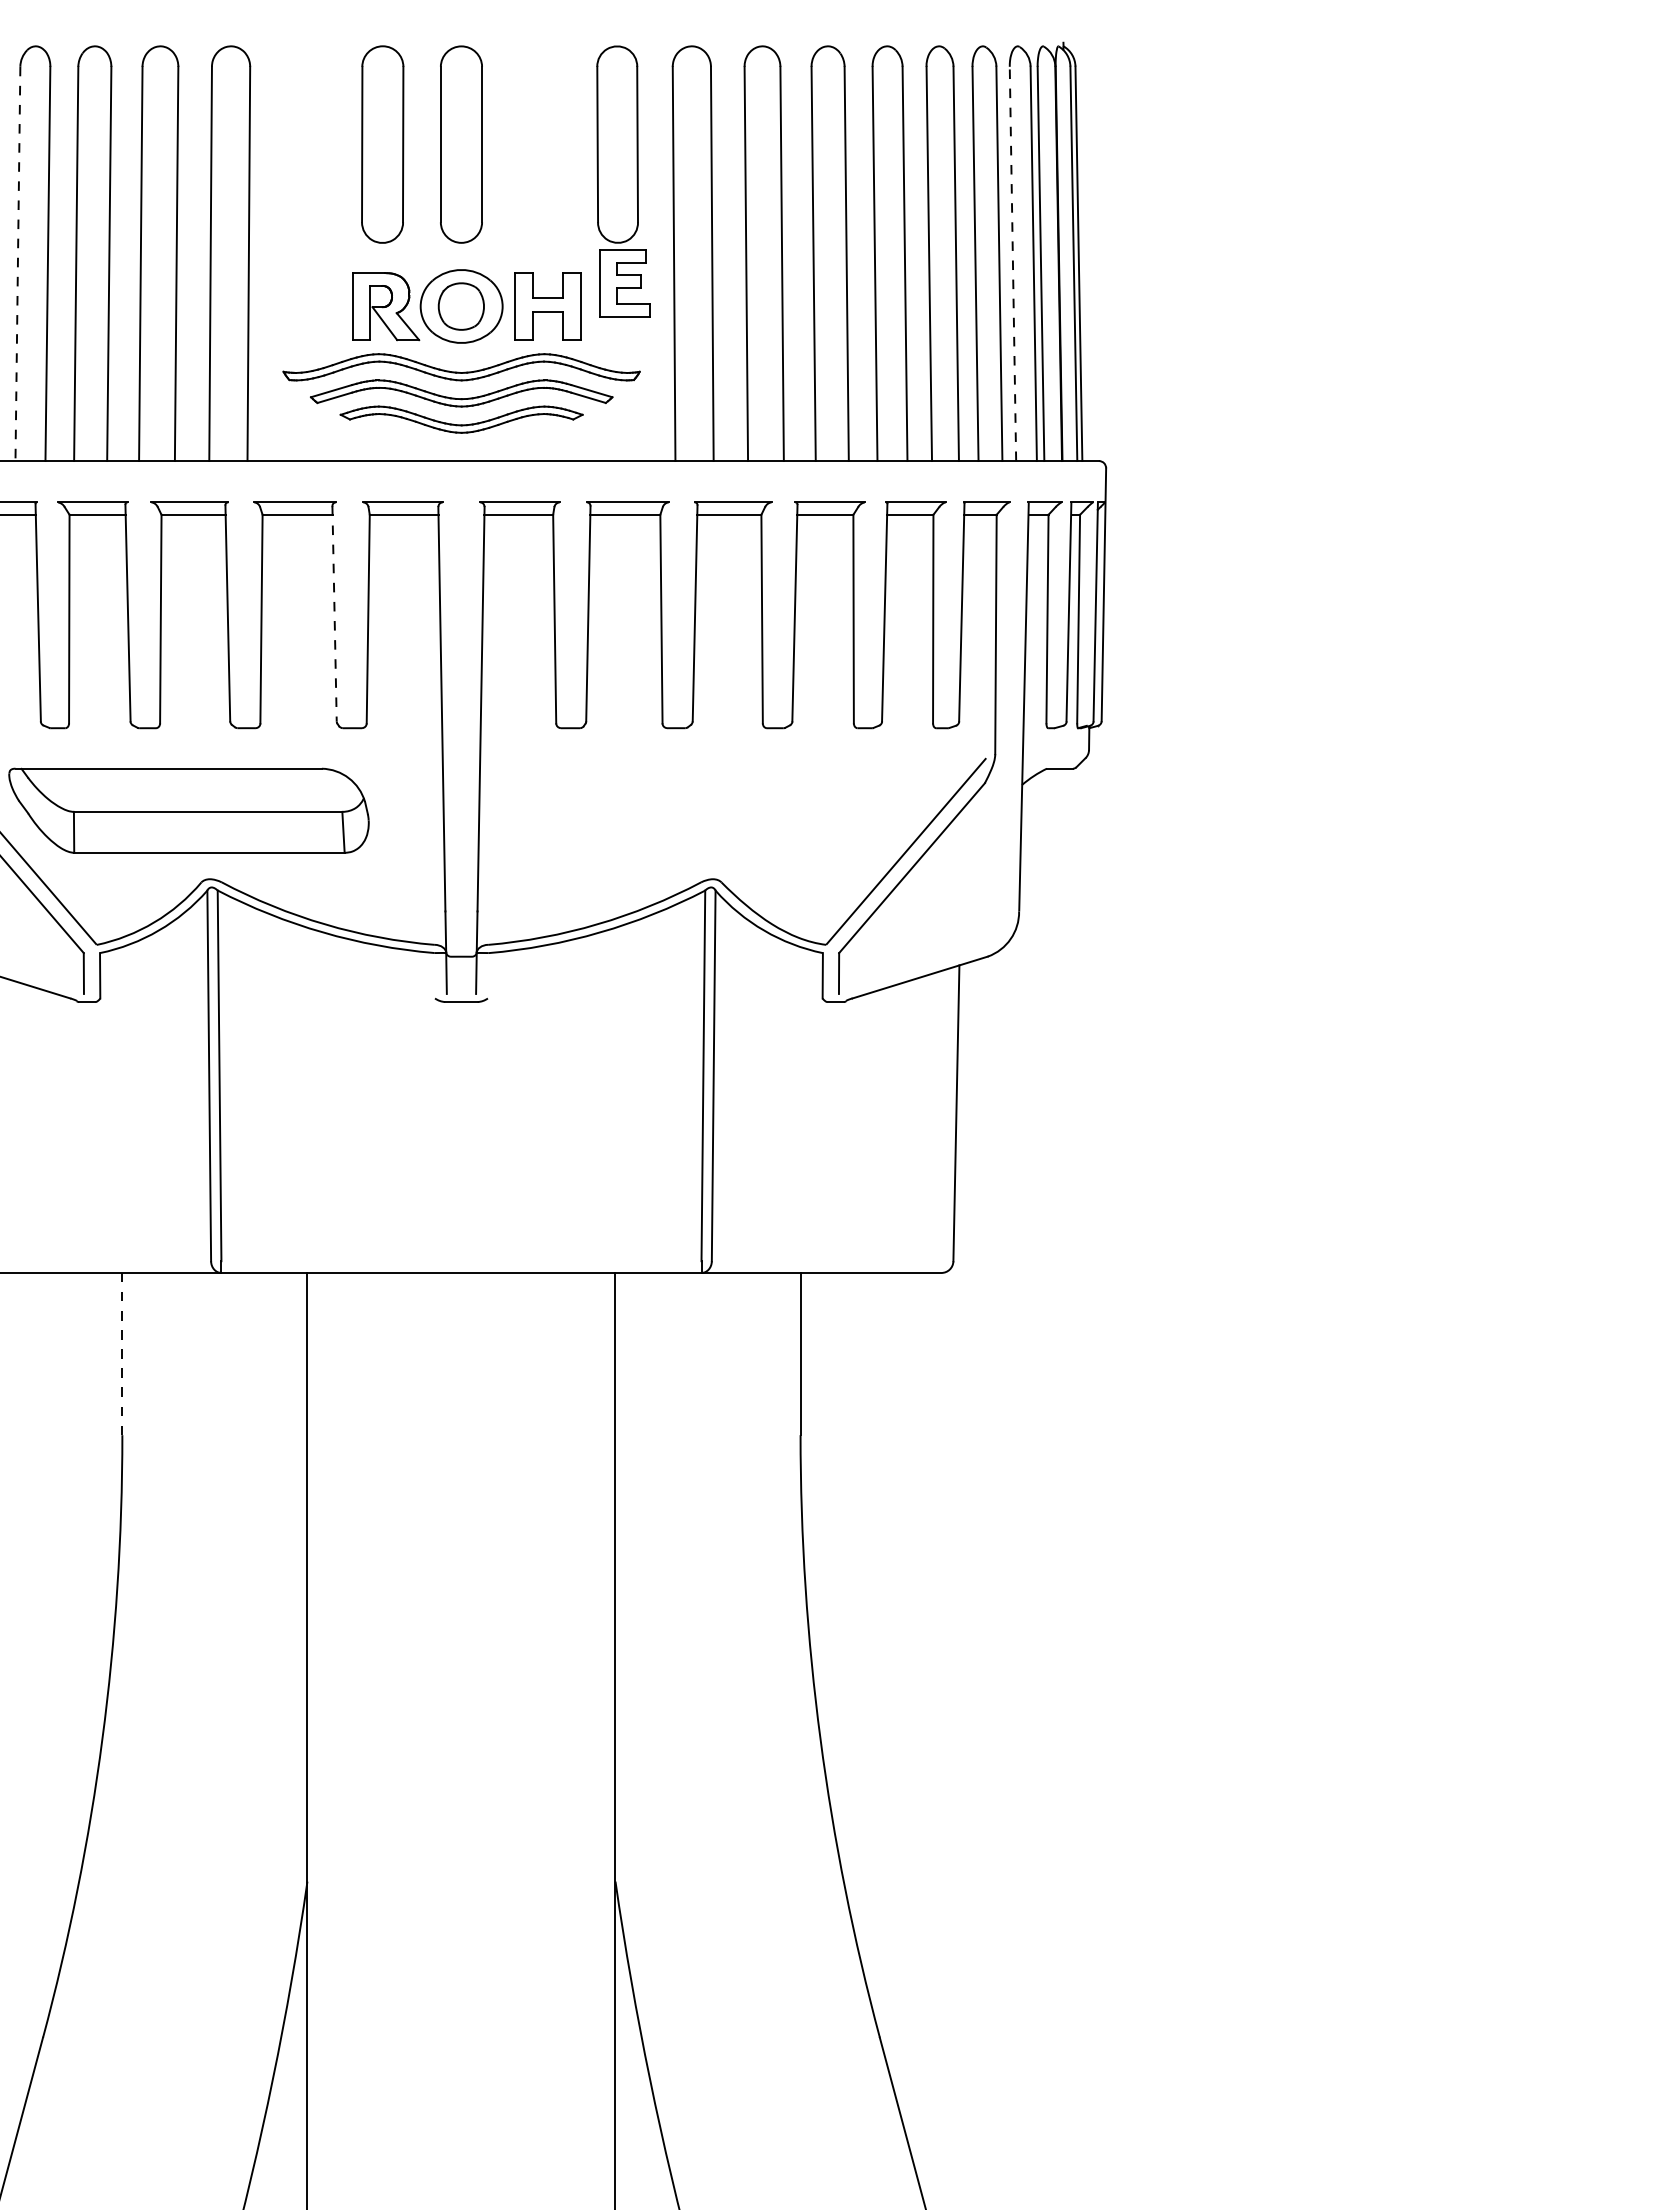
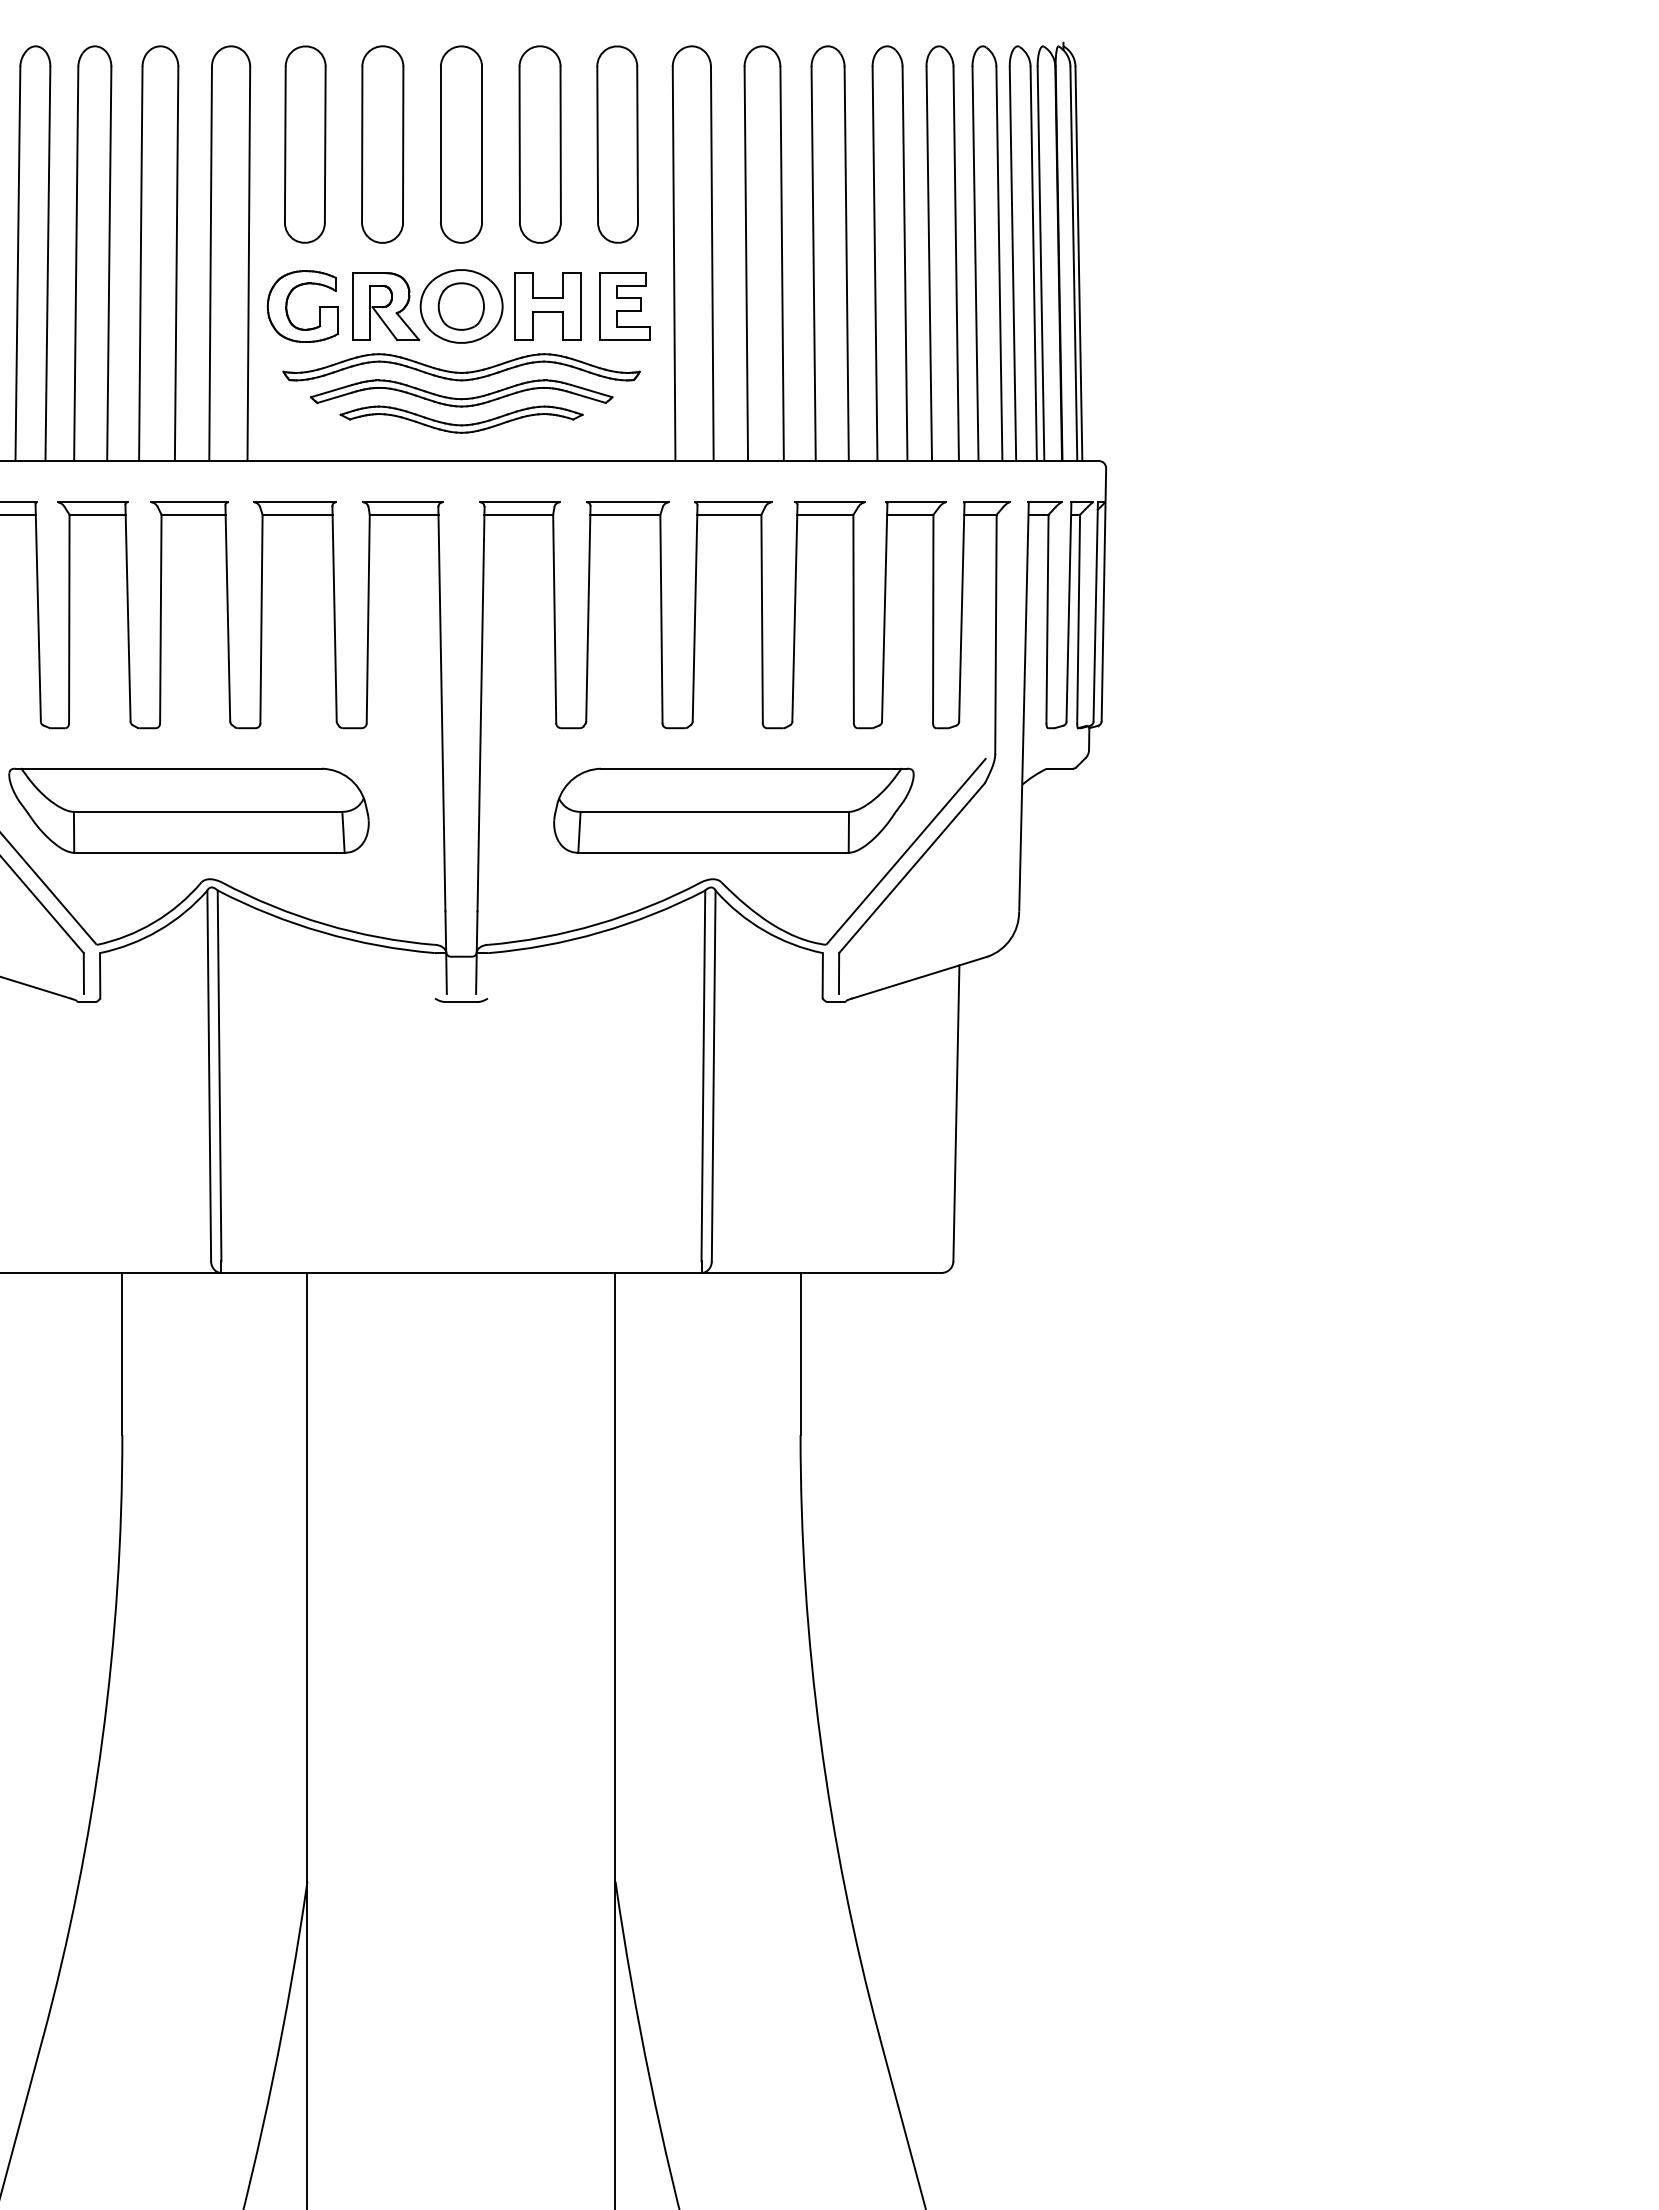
part at (305, 144): none -> present
part at (539, 144): none -> present
line at (1012, 263): dashed -> solid
line at (17, 264): dashed -> solid
part at (624, 283) position: (624, 283) -> (624, 306)
part at (287, 306): none -> present
line at (334, 614): dashed -> solid
part at (733, 810): none -> present
line at (122, 1353): dashed -> solid
